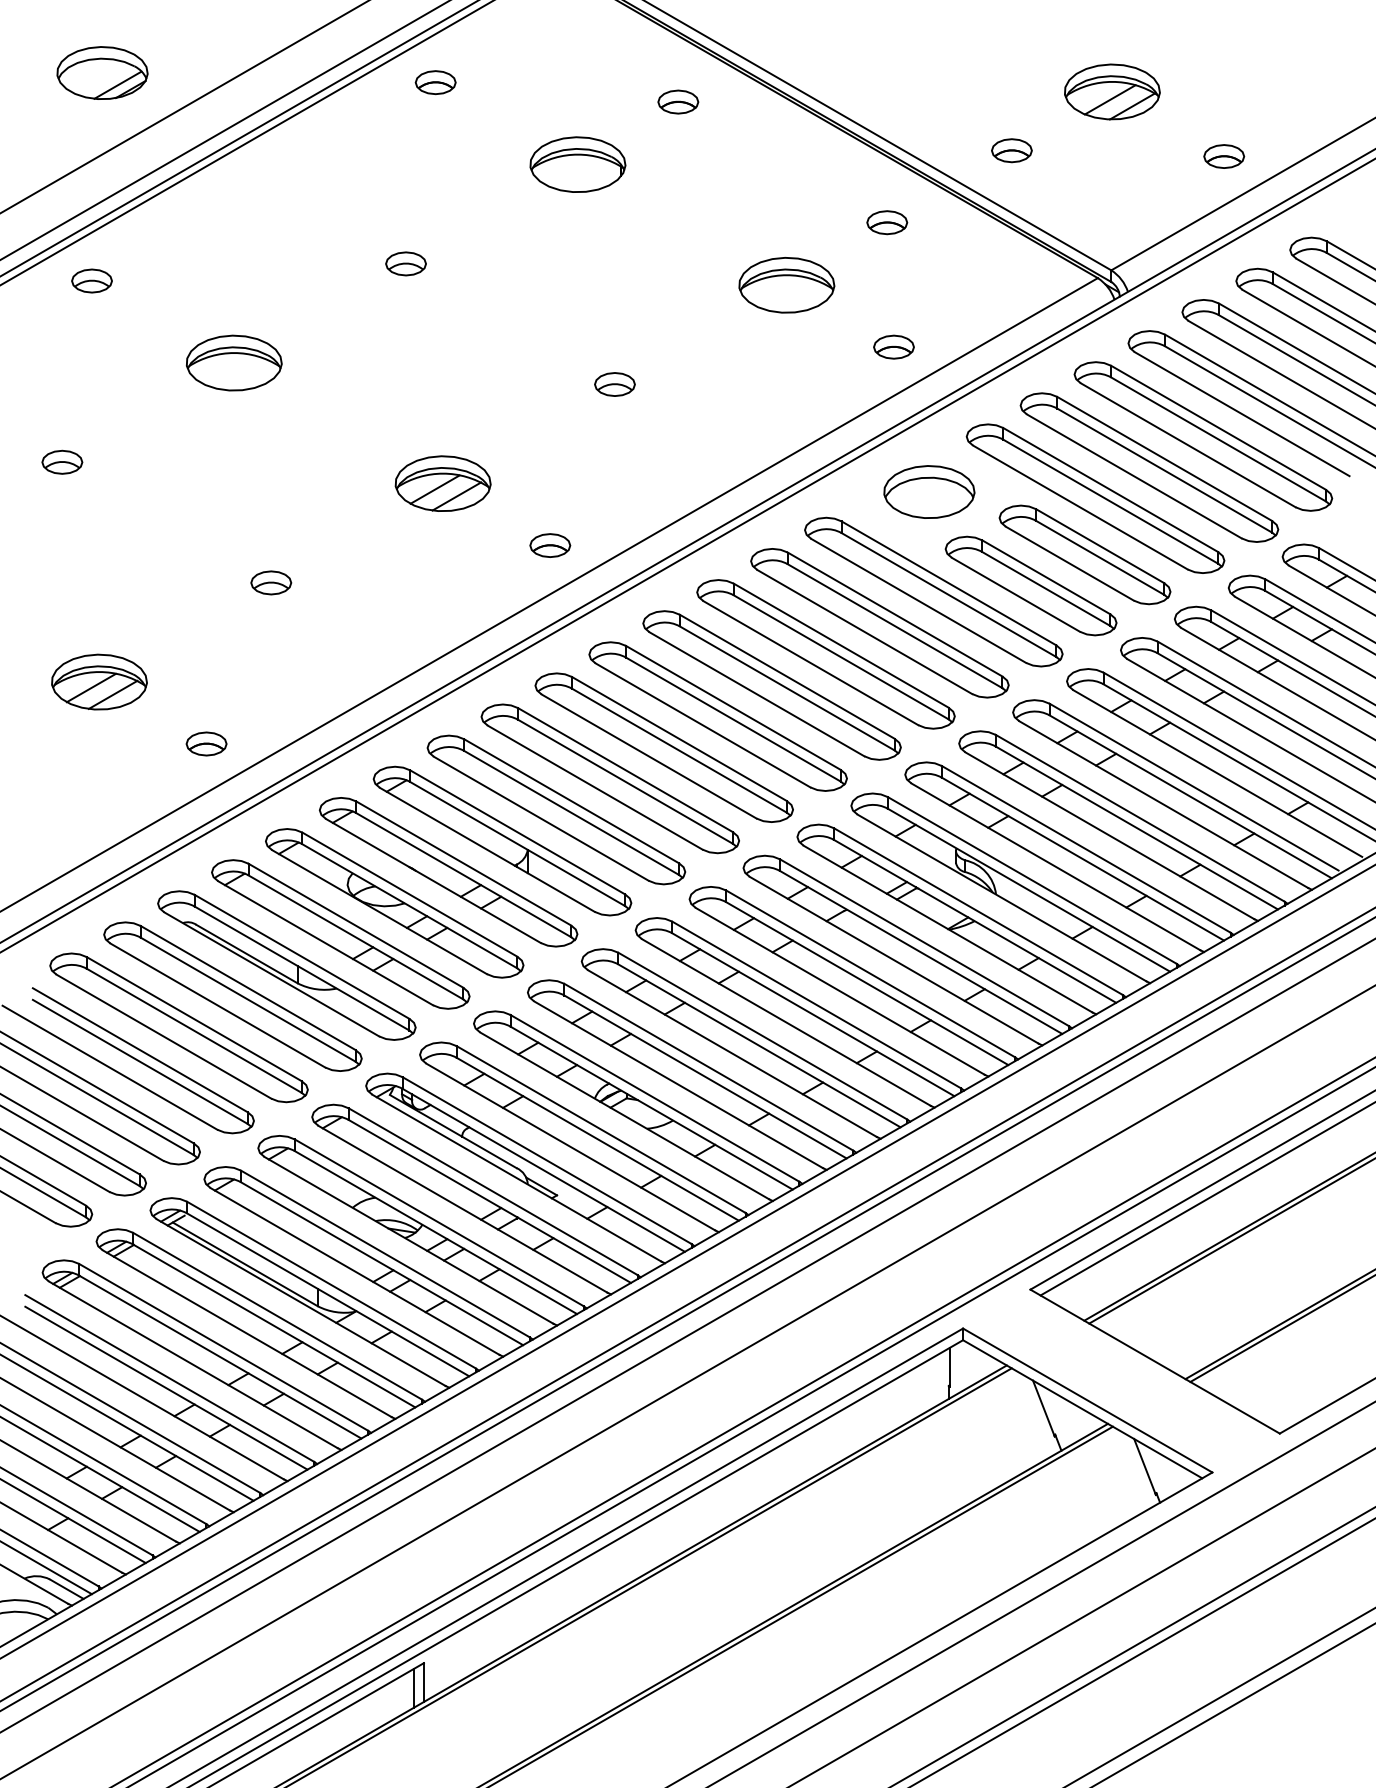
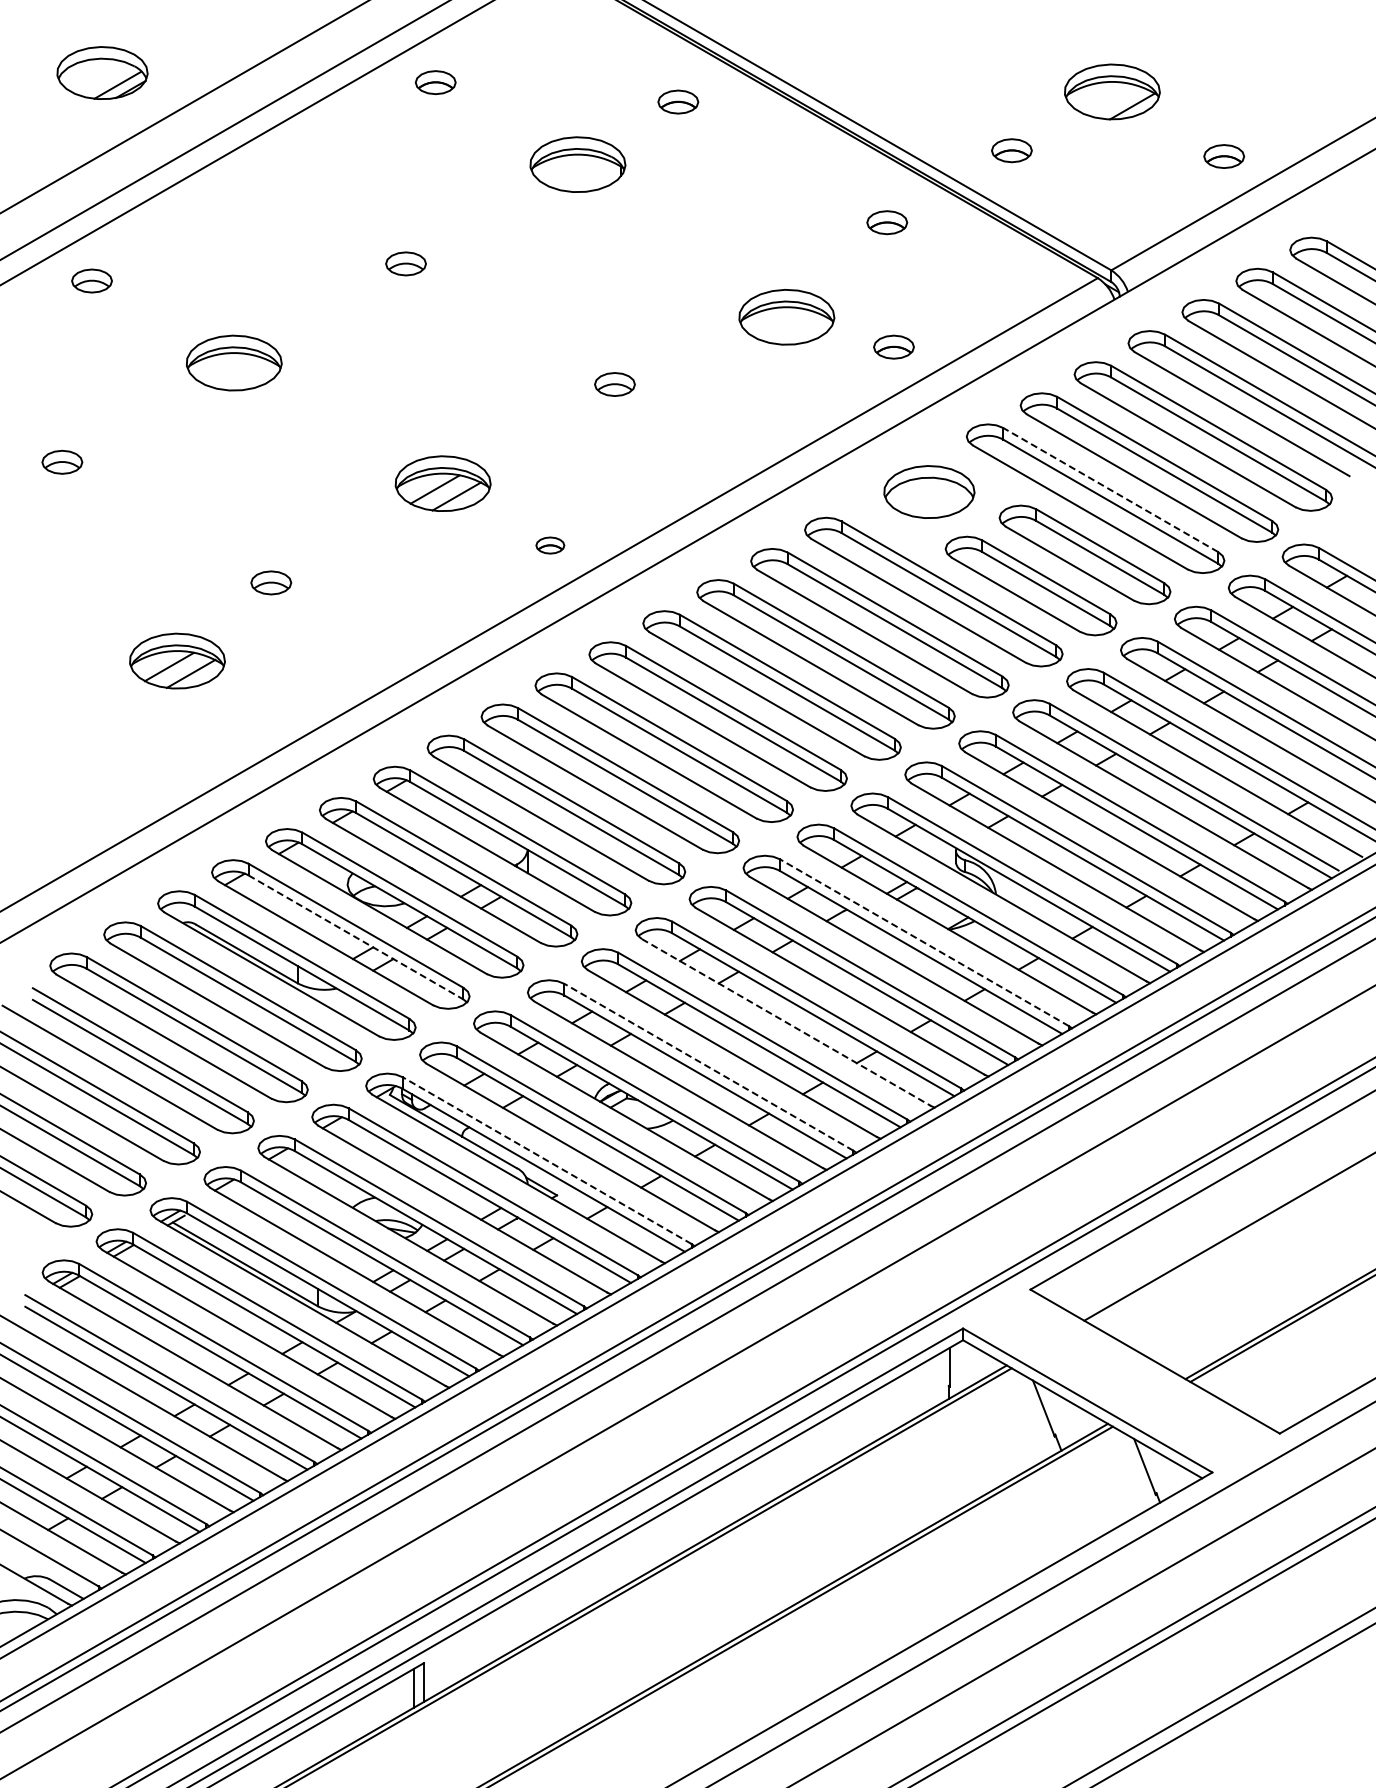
line at (1109, 99): present -> none
line at (238, 138): present -> none
part at (786, 285) position: (786, 285) -> (786, 317)
line at (1110, 489): solid -> dashed
part at (550, 545) size: 43x25 px -> 31x19 px
line at (687, 555): present -> none
part at (99, 681) position: (99, 681) -> (177, 660)
part at (206, 743): present -> none
line at (356, 937): solid -> dashed
line at (924, 942): solid -> dashed
line at (786, 1022): solid -> dashed
line at (708, 1067): solid -> dashed
line at (547, 1160): solid -> dashed
line at (1206, 1199): present -> none
line at (1230, 1241): present -> none
line at (46, 1568): present -> none
